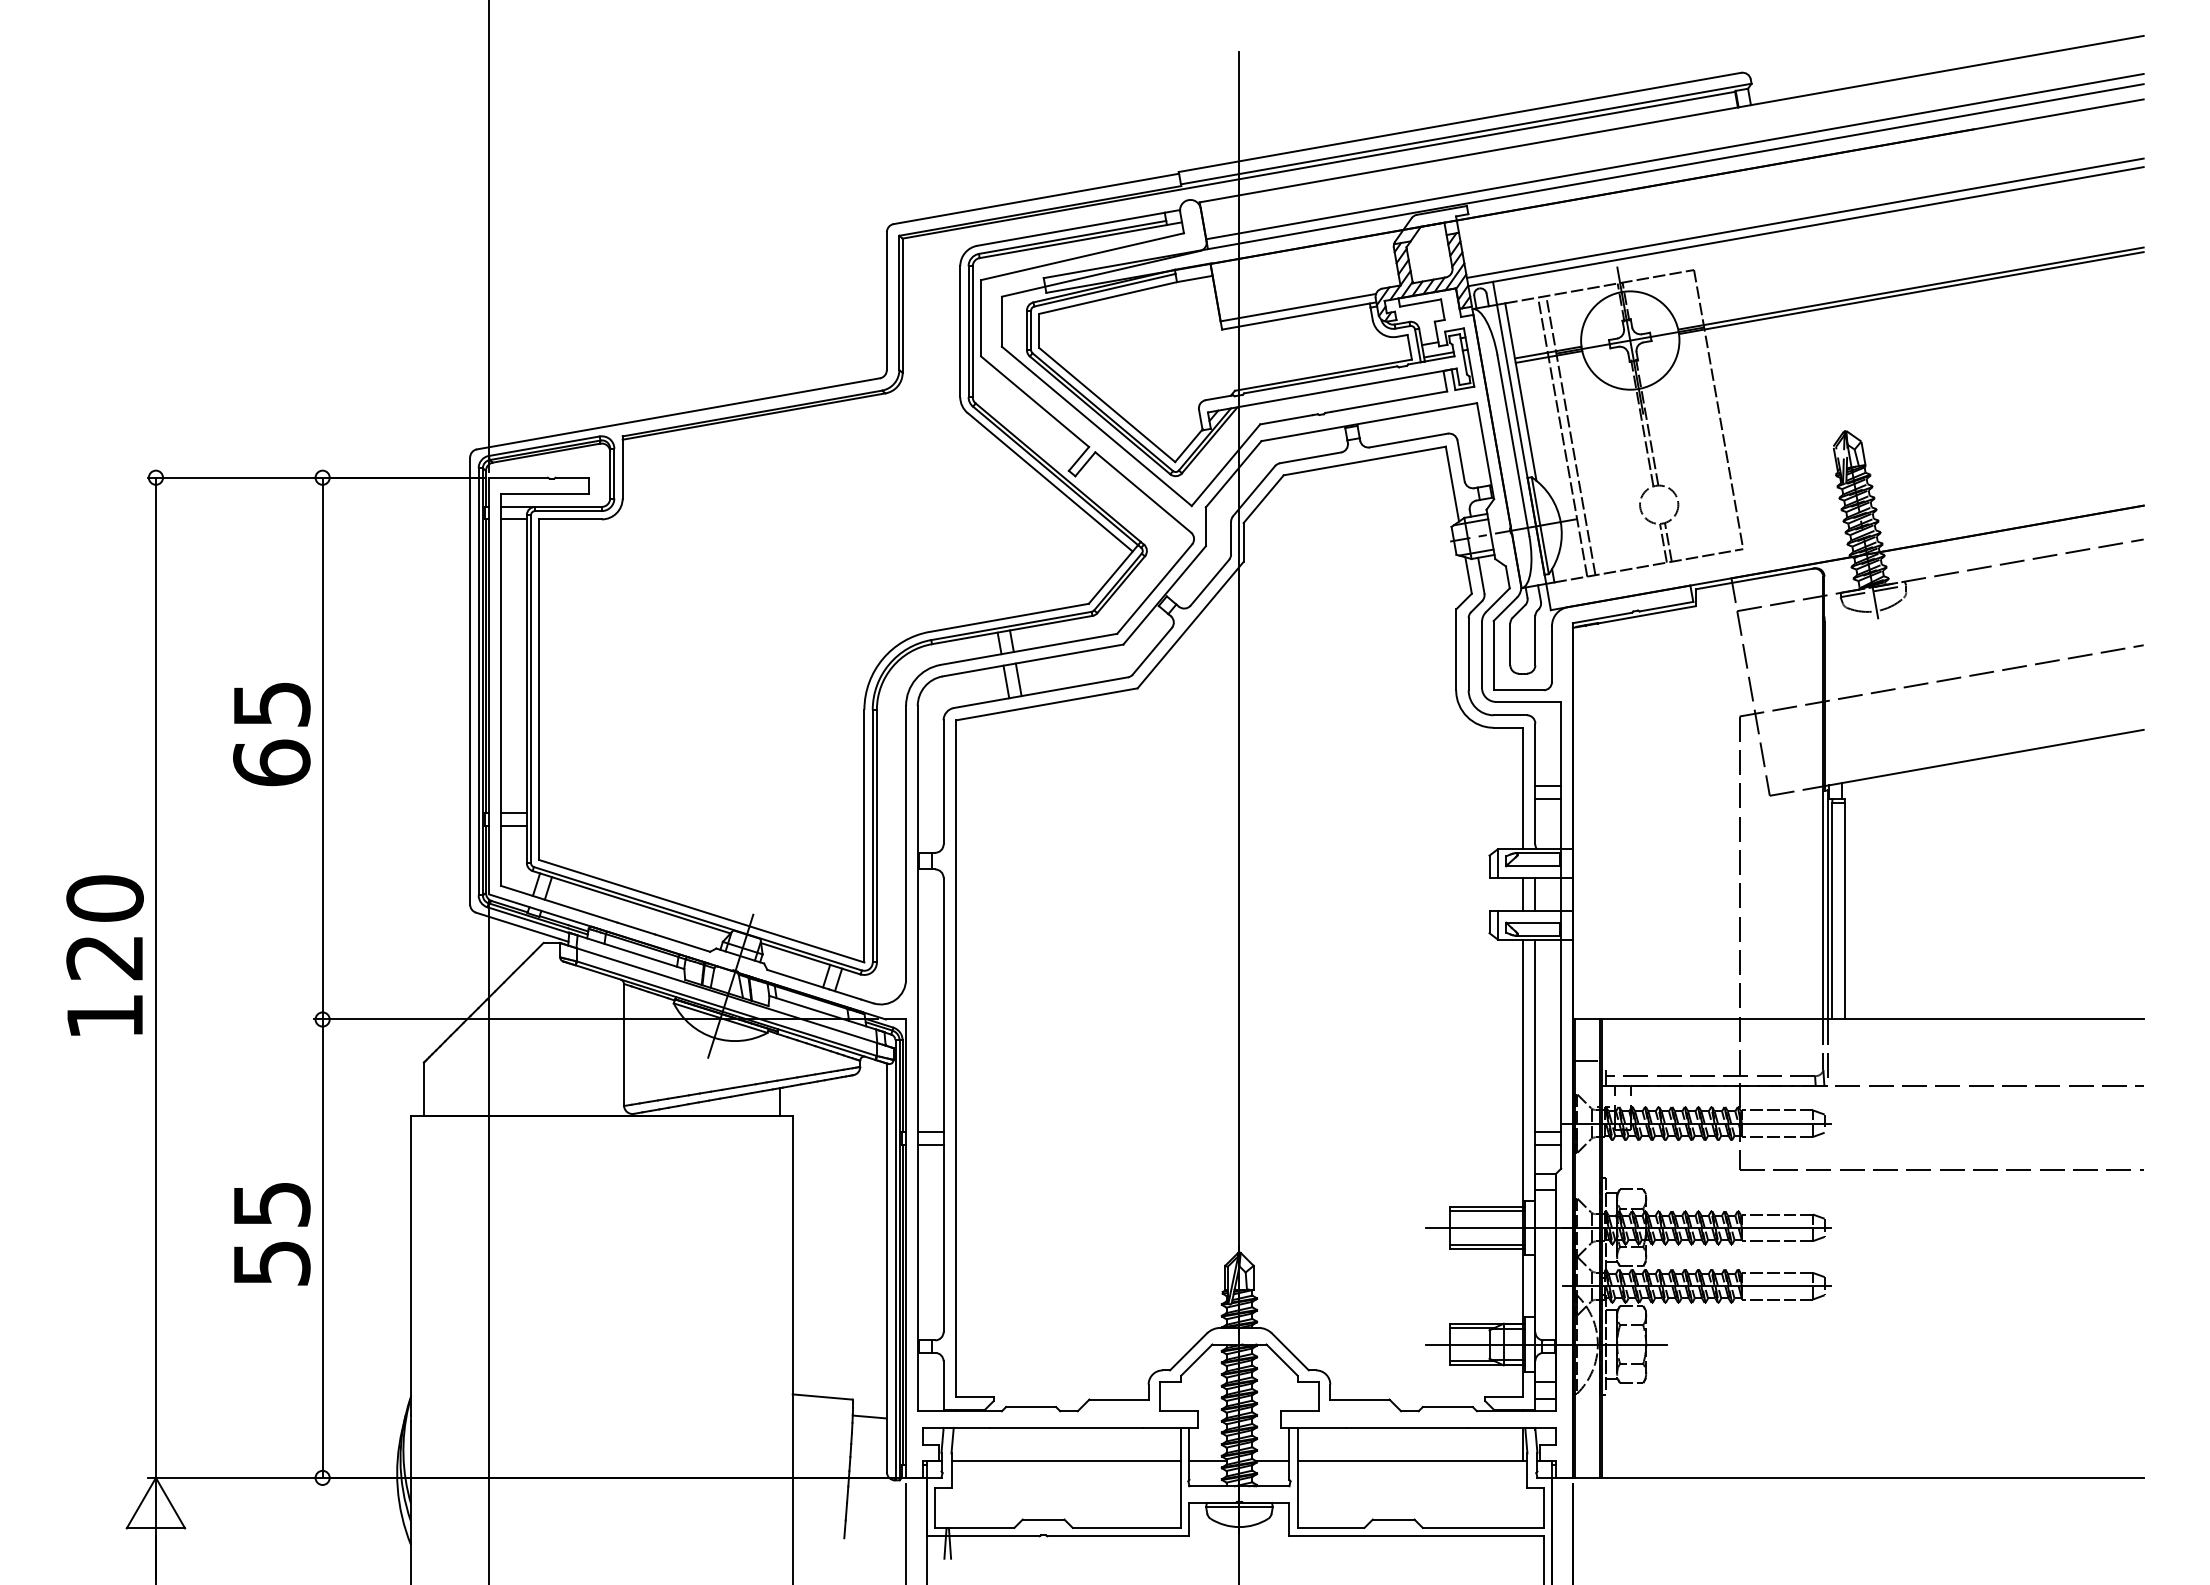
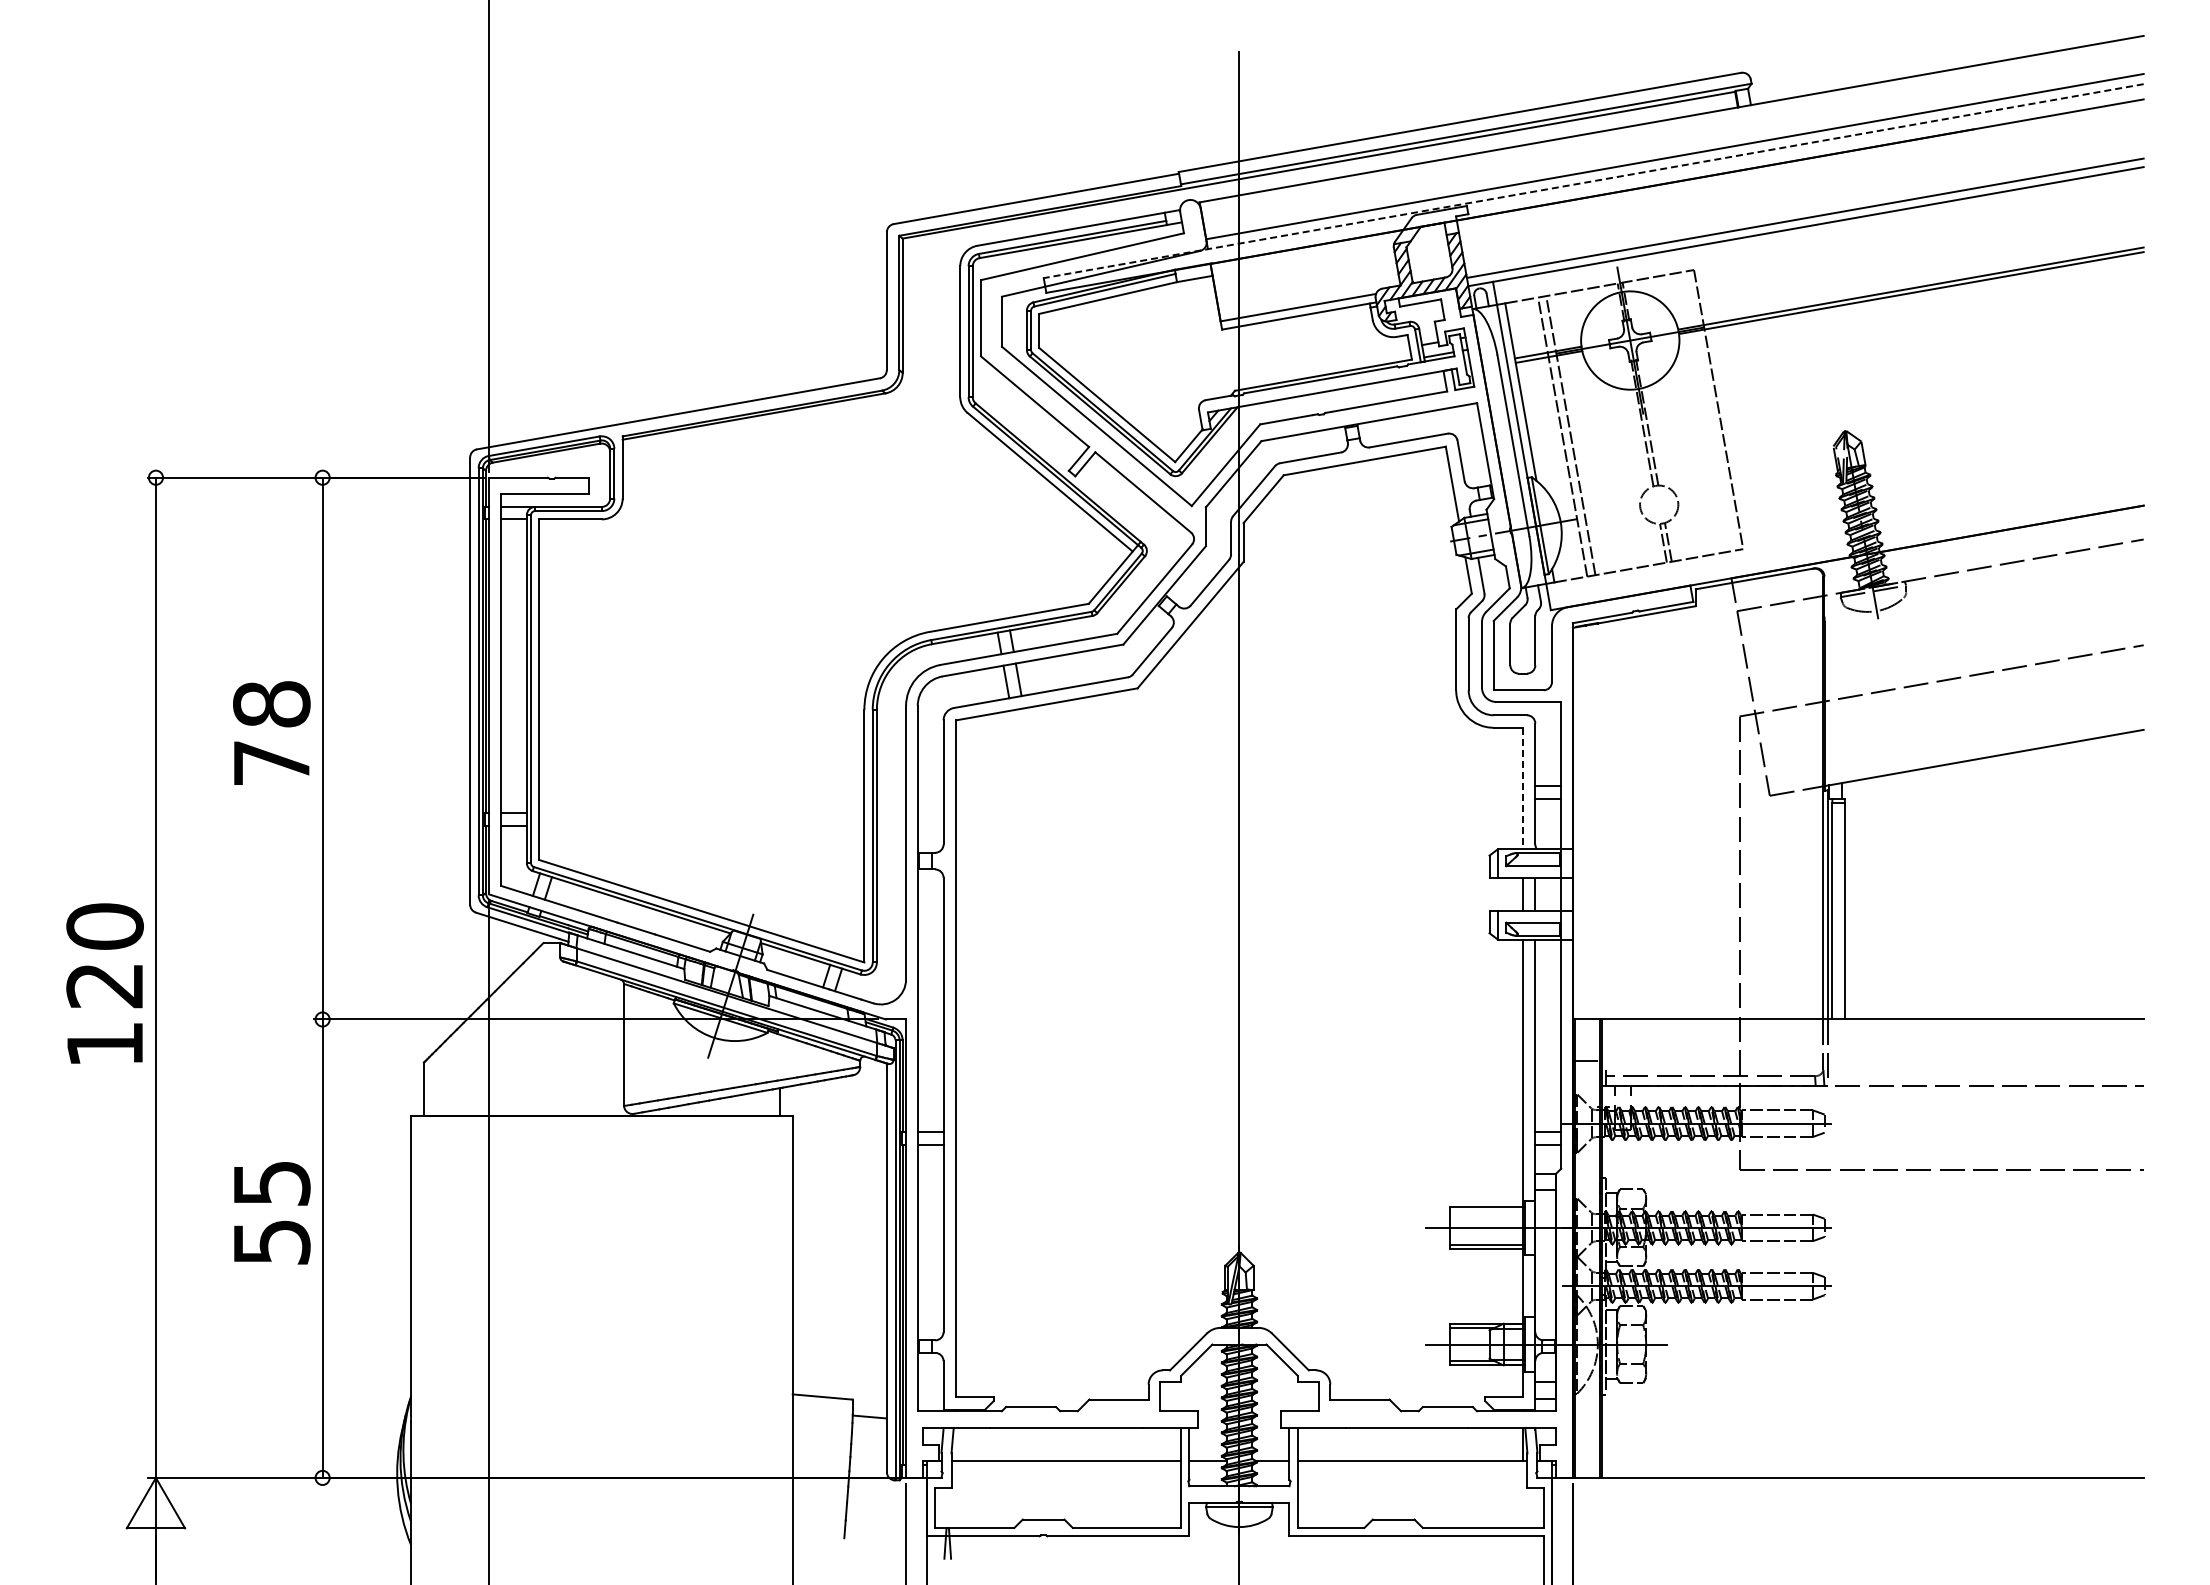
line at (1593, 181): solid -> dashed
text at (271, 733): 65 -> 78
line at (1522, 788): solid -> dashed
text at (104, 955) position: (104, 955) -> (104, 983)
line at (1487, 1211): present -> none
text at (272, 1234) position: (272, 1234) -> (272, 1213)
